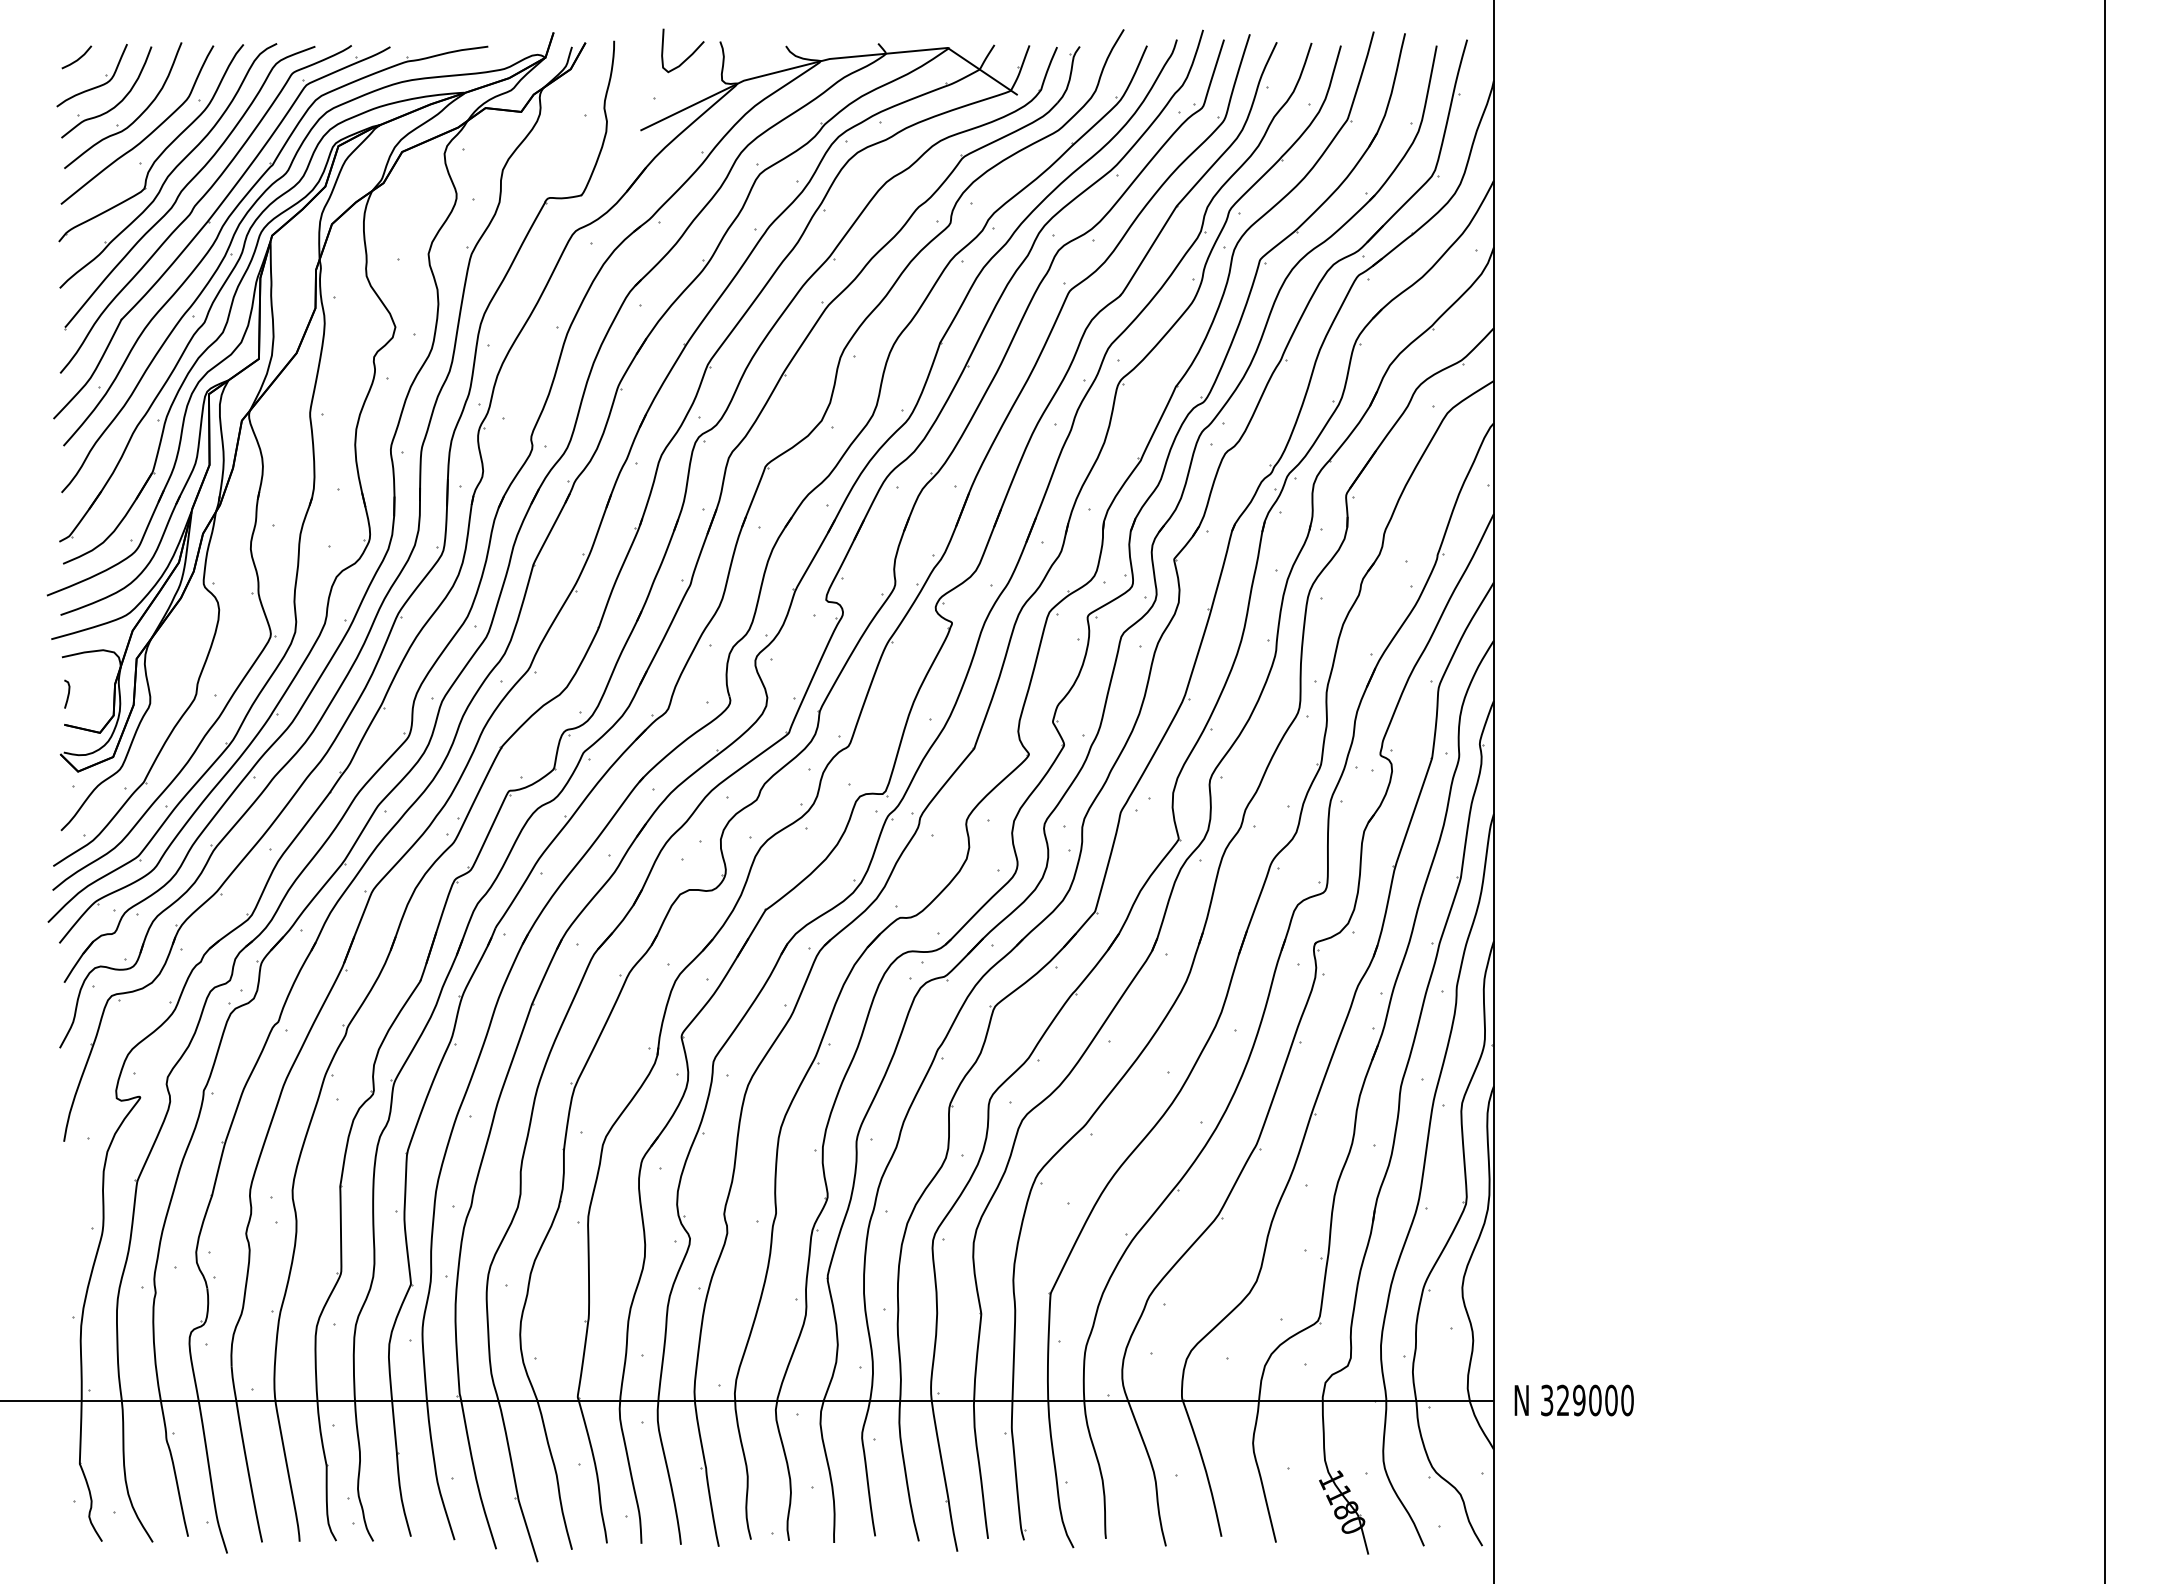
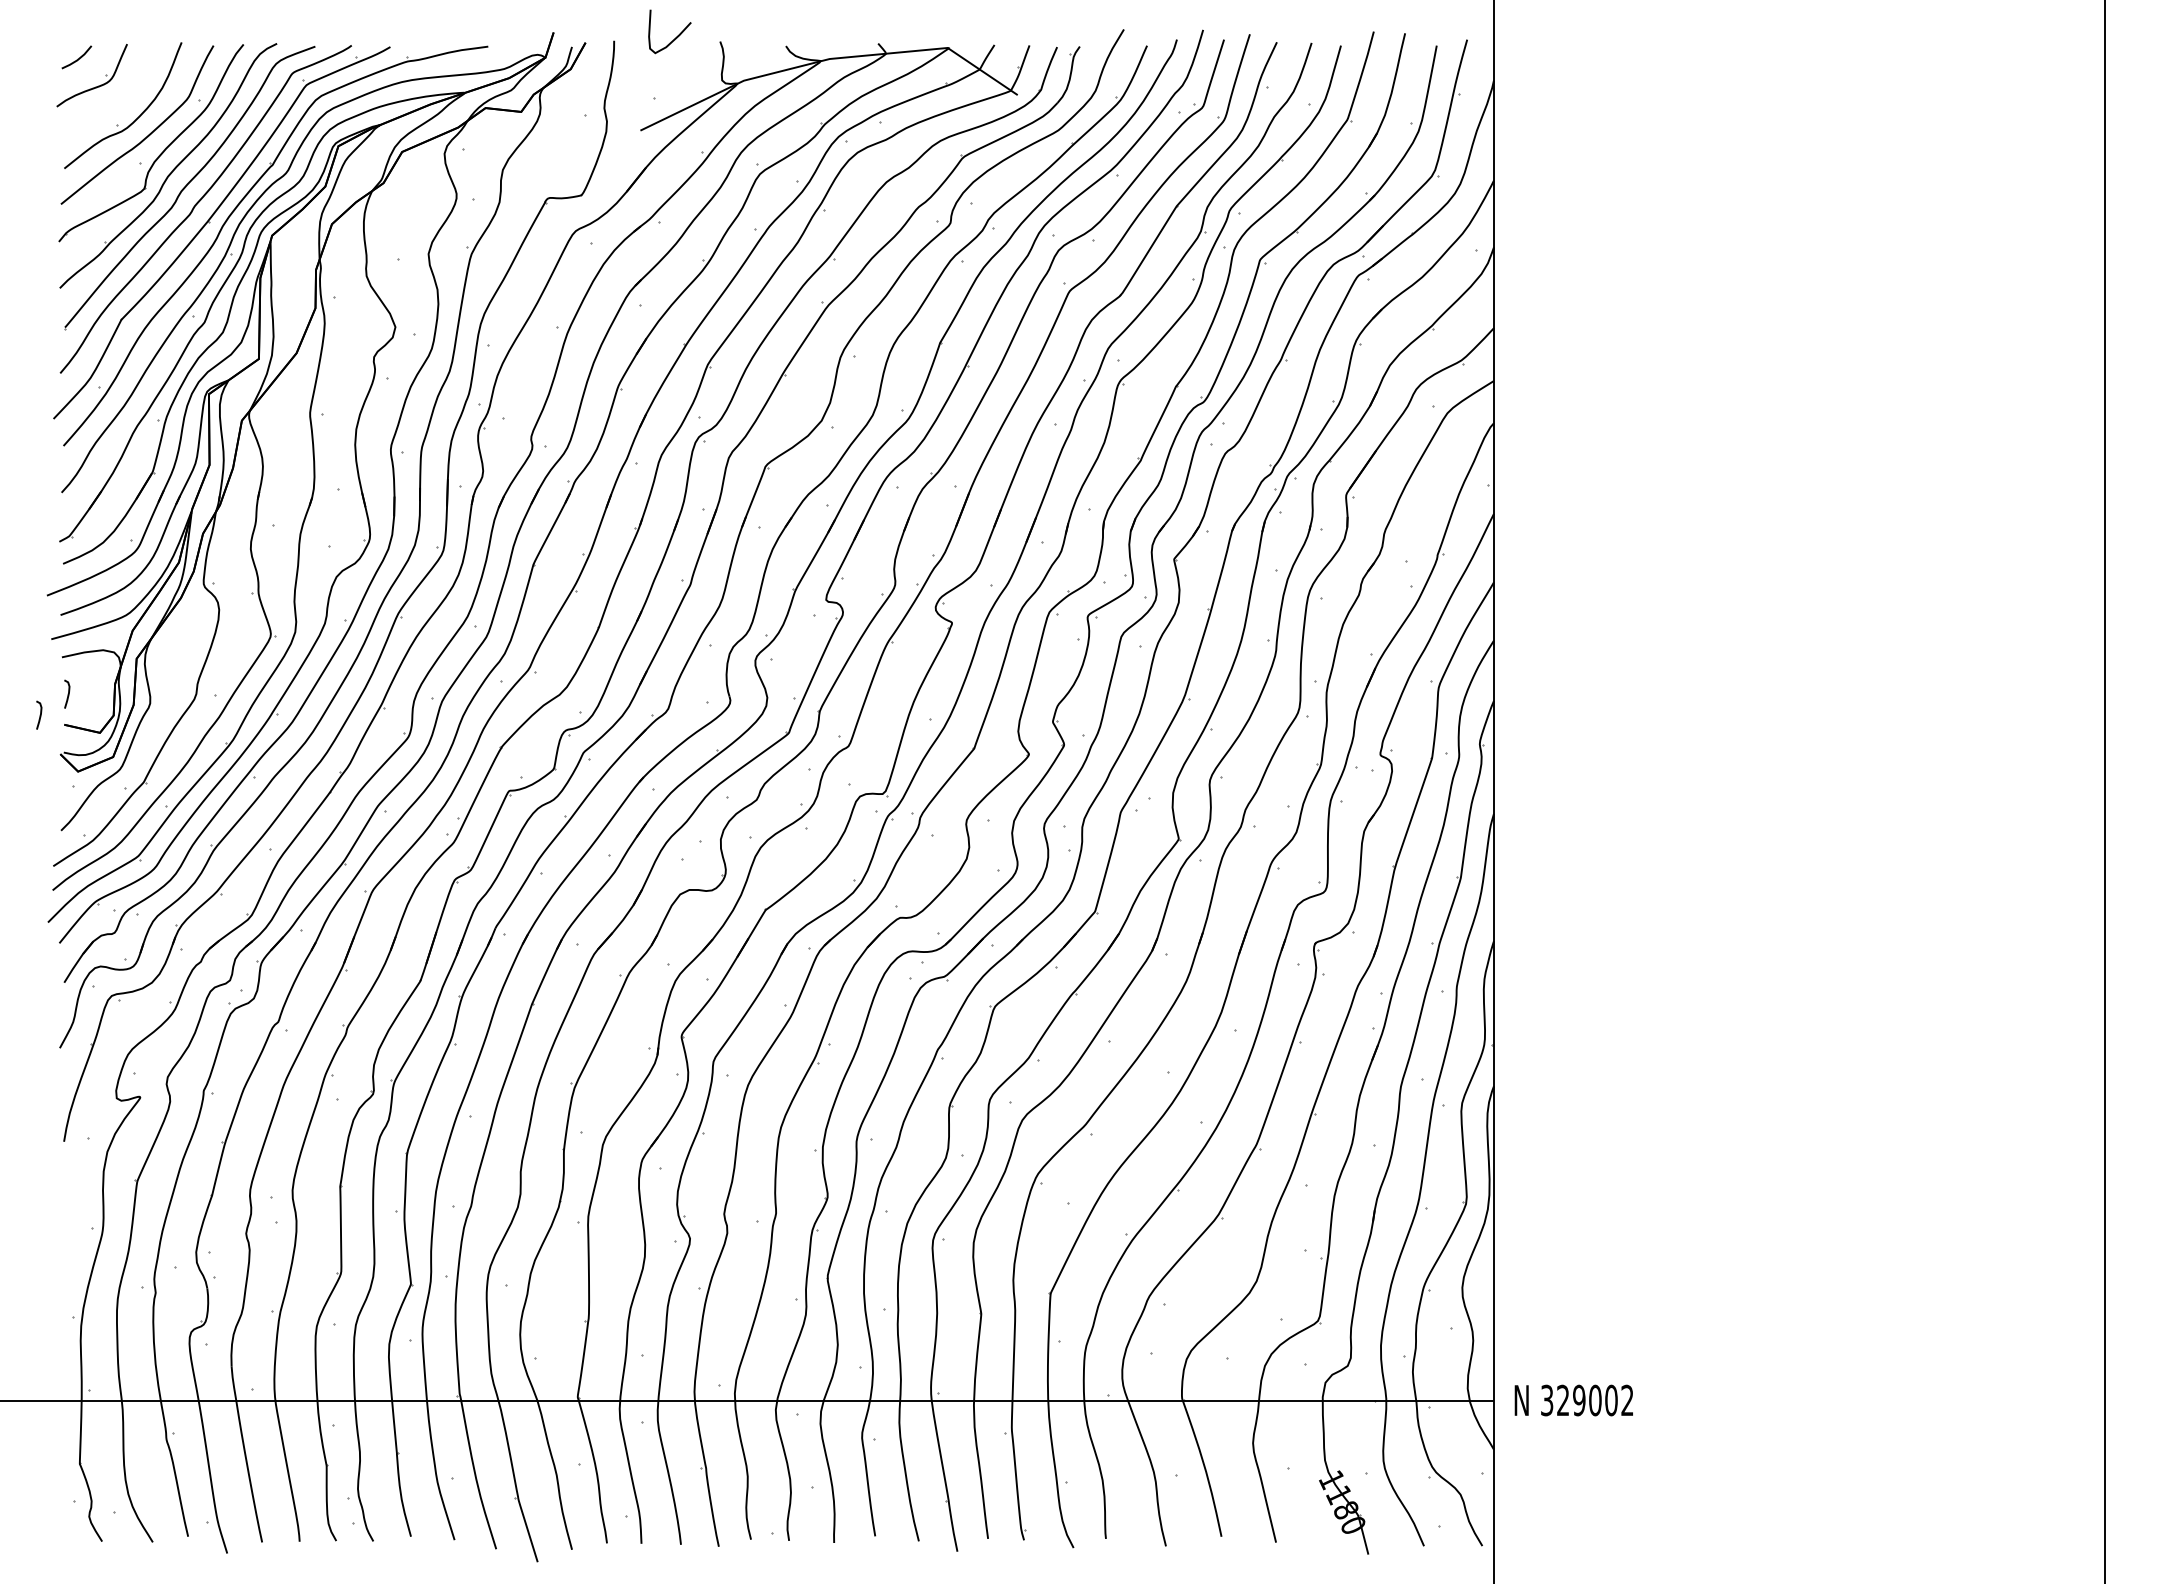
curve at (688, 56) position: (688, 56) -> (675, 37)
part at (117, 103): present -> none
curve at (40, 714): none -> present
text at (1627, 1400): 329000 -> 329002
